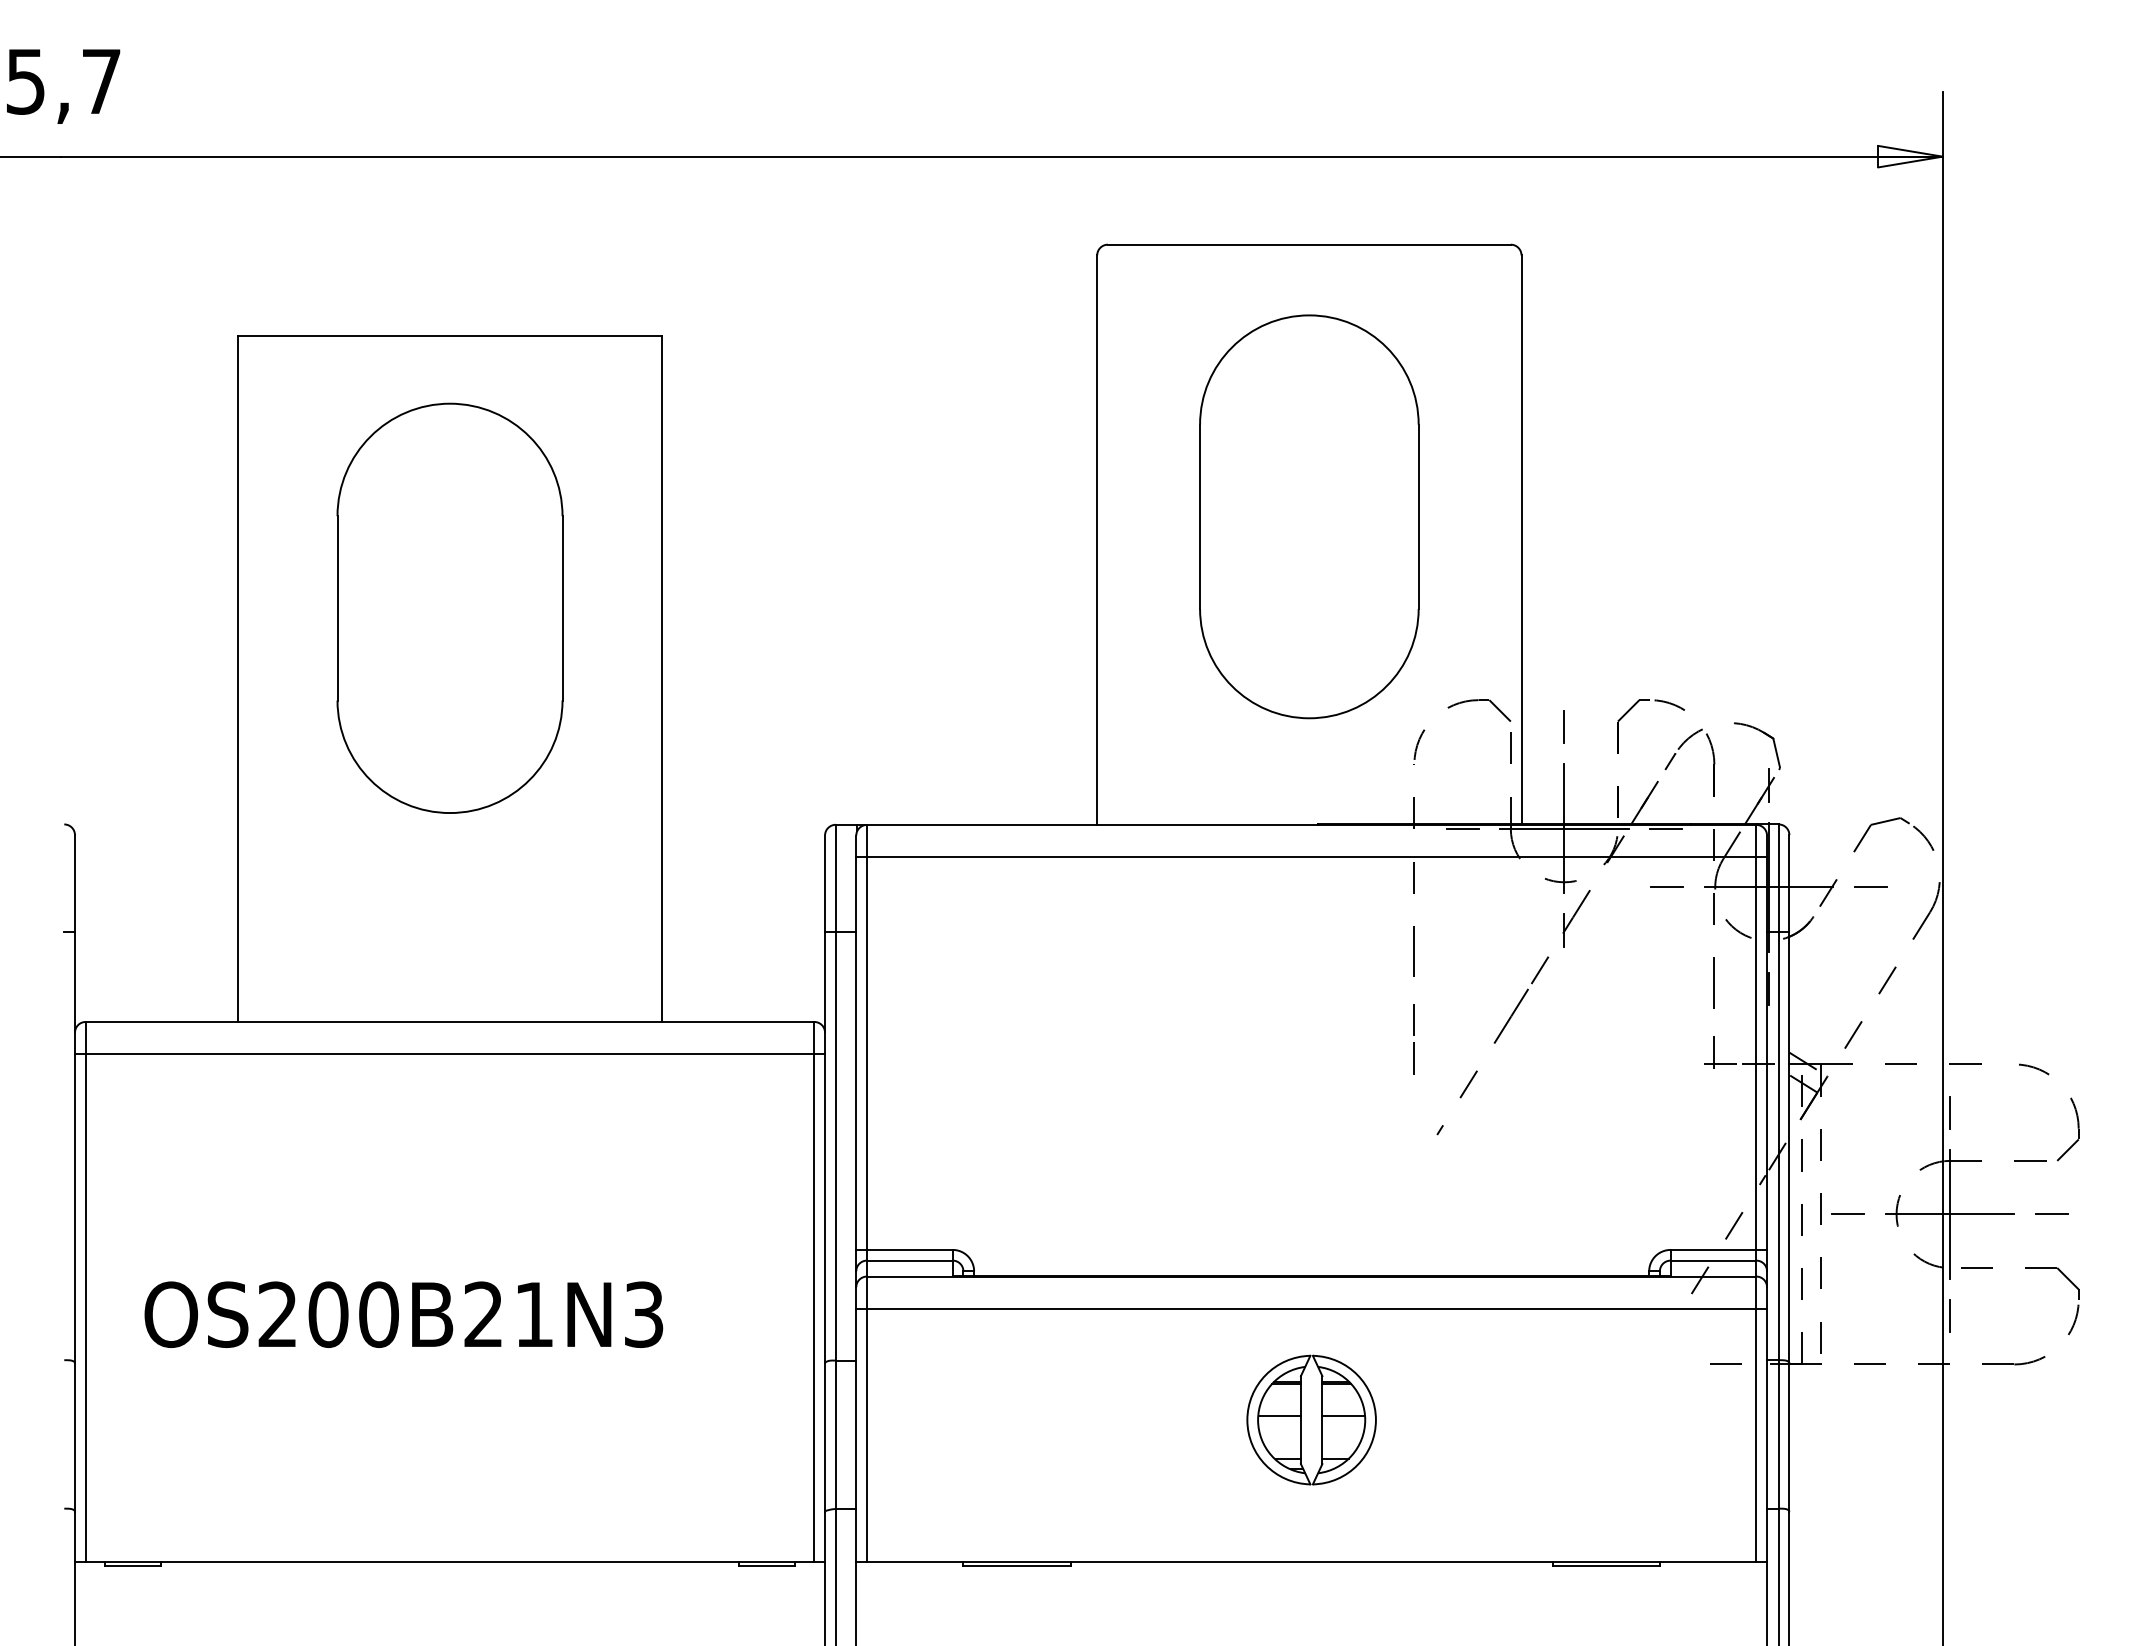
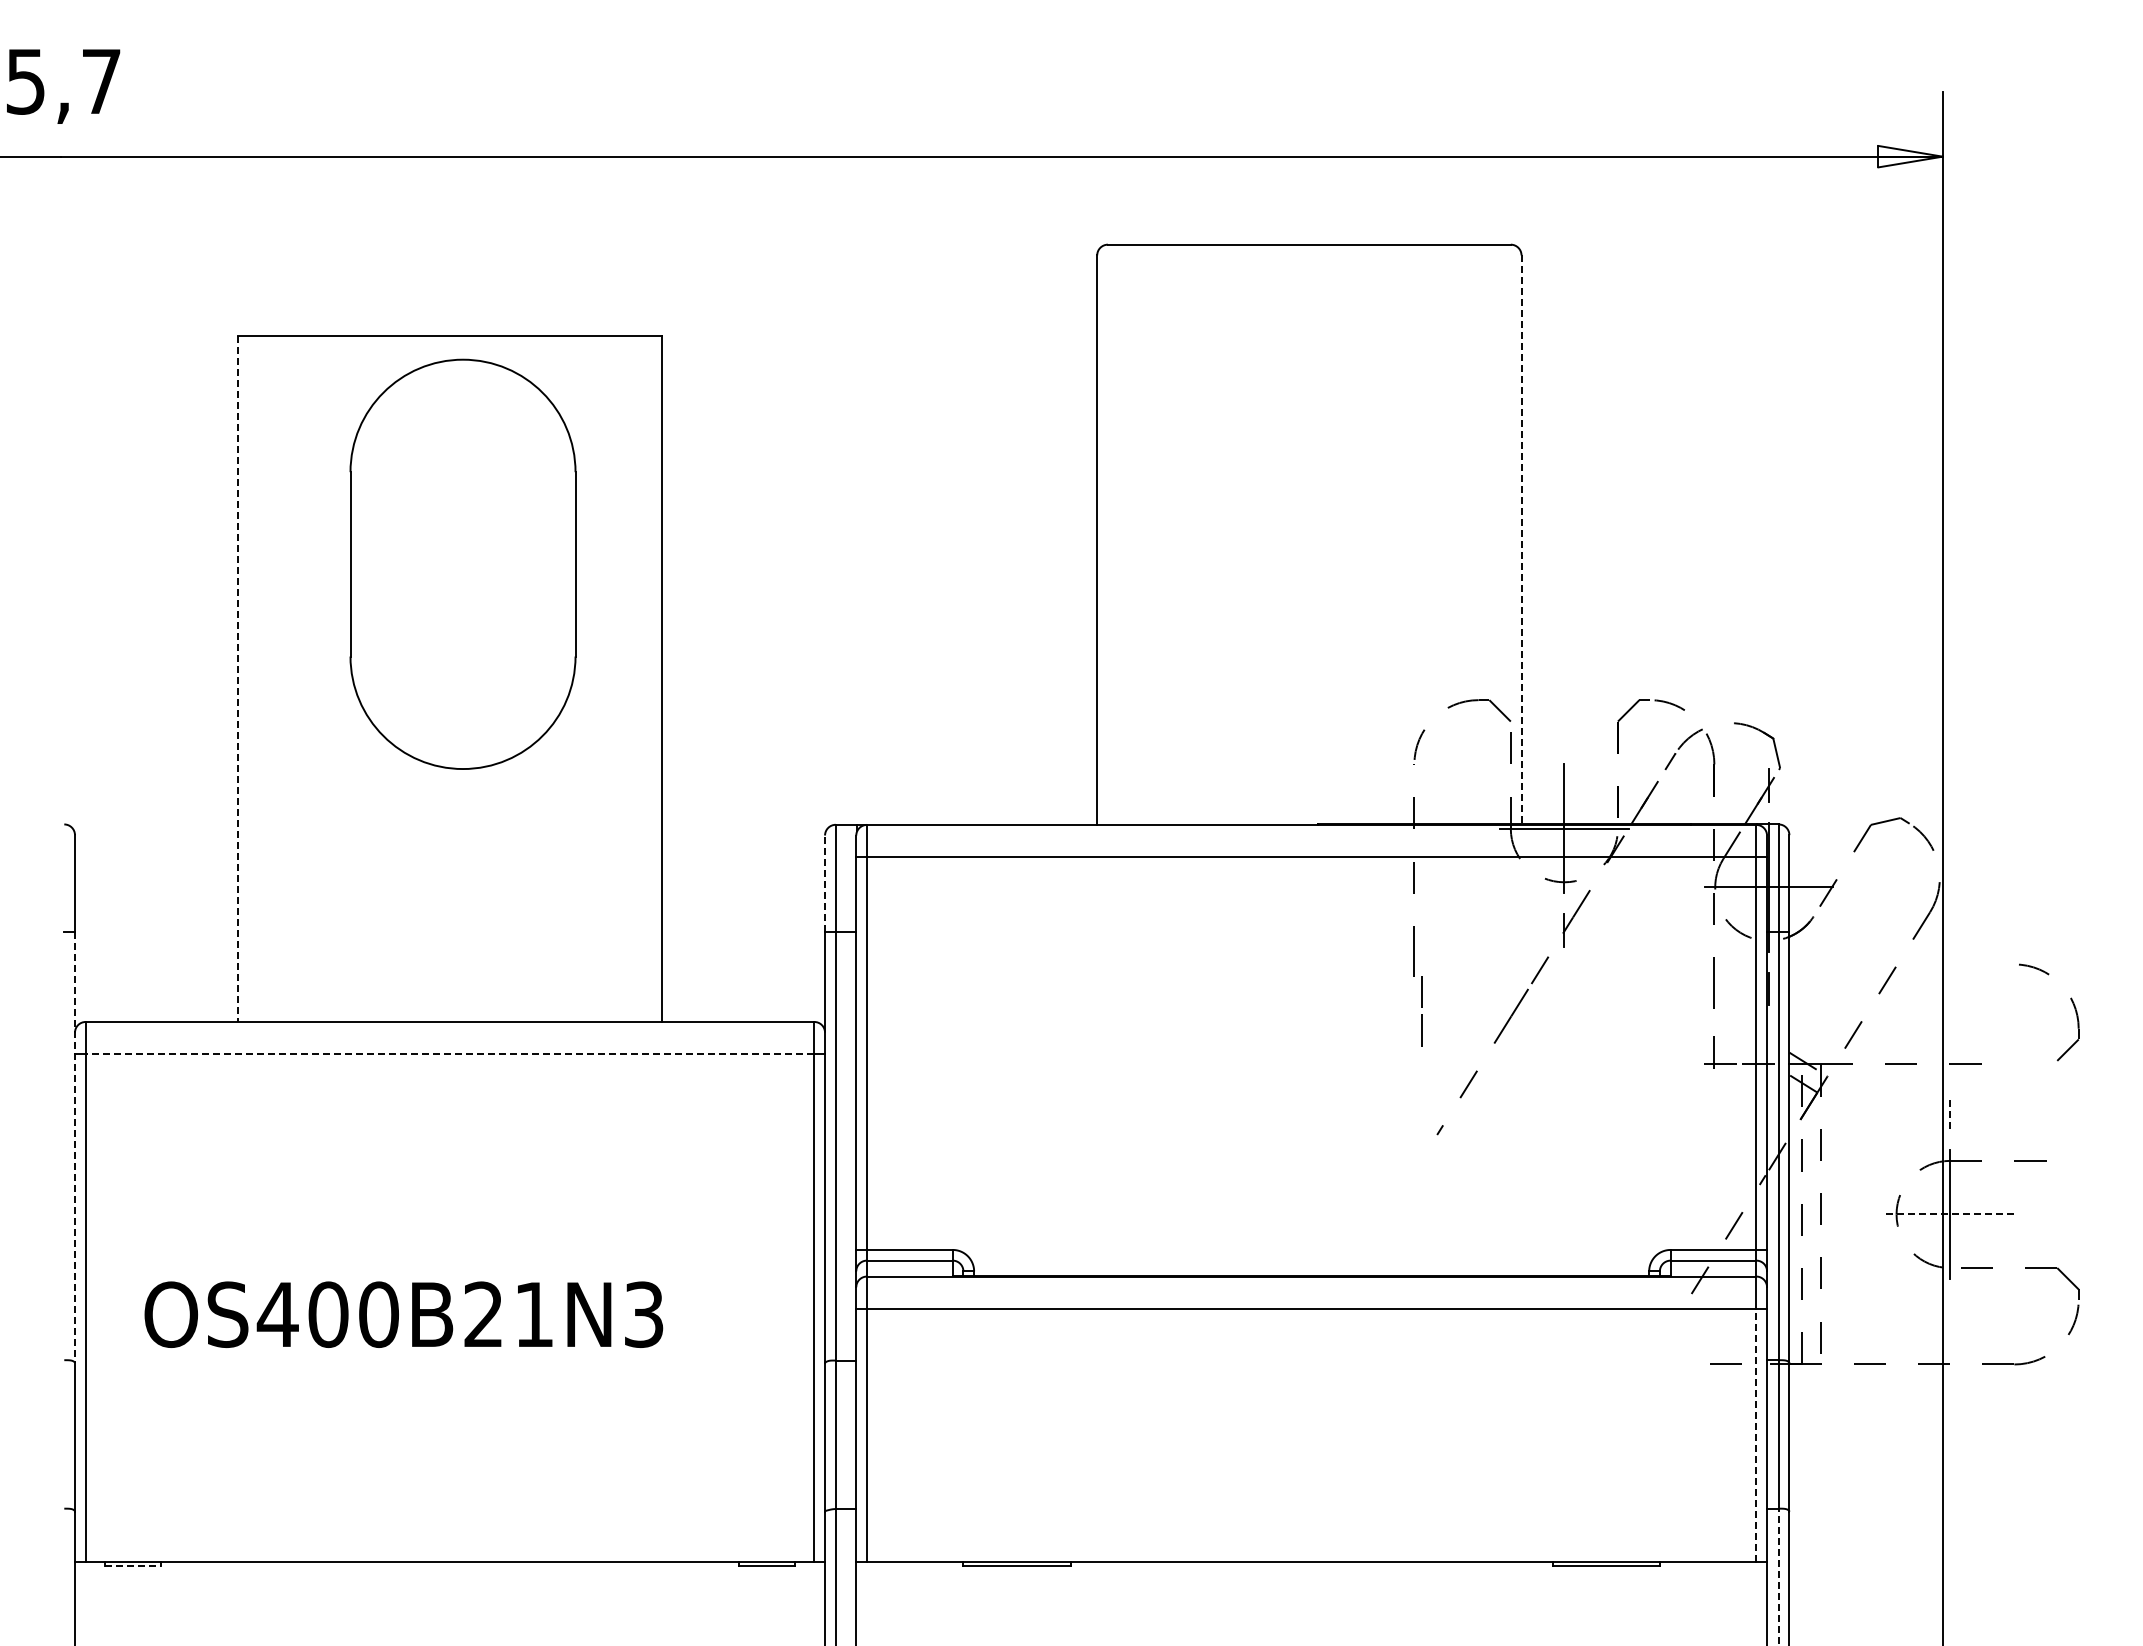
part at (1309, 516): present -> none
line at (1521, 539): solid -> dashed
part at (449, 607) position: (449, 607) -> (462, 563)
line at (237, 679): solid -> dashed
line at (1564, 726): present -> none
line at (1462, 828): present -> none
line at (1666, 828): present -> none
line at (825, 883): solid -> dashed
line at (1666, 886): present -> none
line at (1870, 886): present -> none
line at (1413, 1042) position: (1413, 1042) -> (1421, 1014)
line at (449, 1054): solid -> dashed
part at (2071, 1101) position: (2071, 1101) -> (2071, 1001)
line at (1950, 1112): solid -> dashed
line at (75, 1147): solid -> dashed
line at (1848, 1214): present -> none
line at (1949, 1214): solid -> dashed
line at (2051, 1214): present -> none
text at (277, 1313): OS200B21N3 -> OS400B21N3
line at (1950, 1316): present -> none
part at (1311, 1419): present -> none
line at (1756, 1434): solid -> dashed
line at (132, 1566): solid -> dashed
line at (1778, 1576): solid -> dashed
